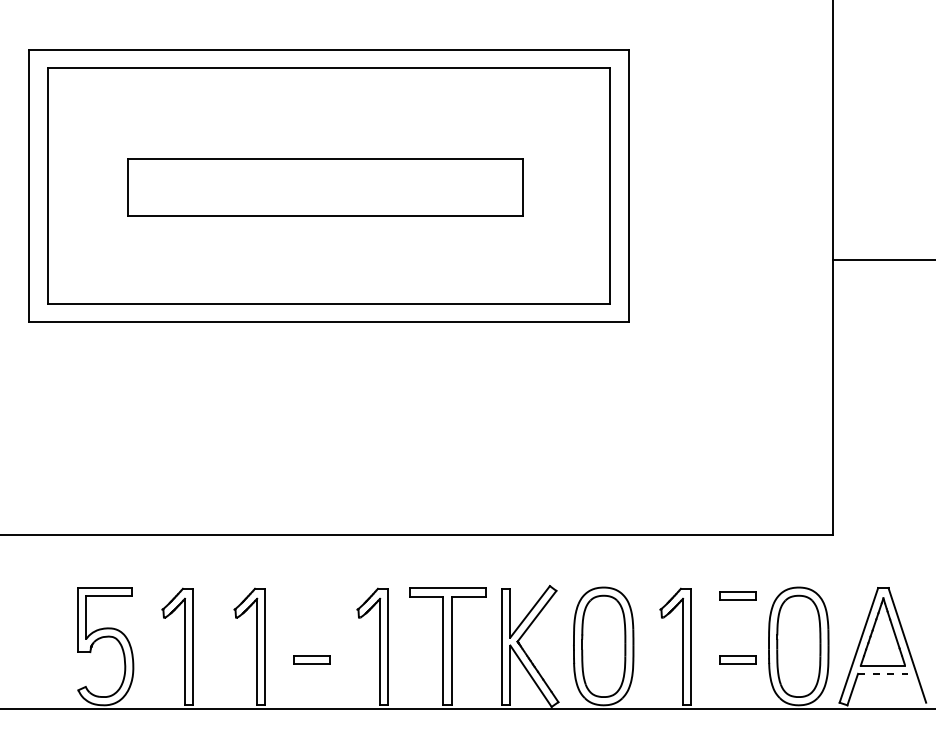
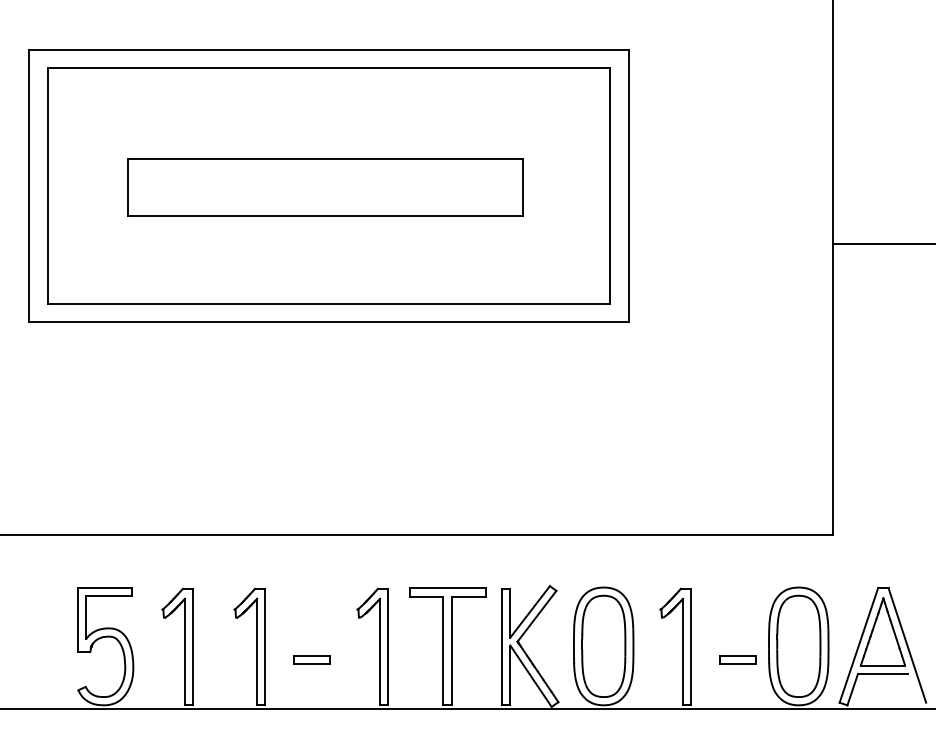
line at (882, 259) position: (882, 259) -> (882, 243)
part at (737, 595): present -> none
line at (882, 673): dashed -> solid
